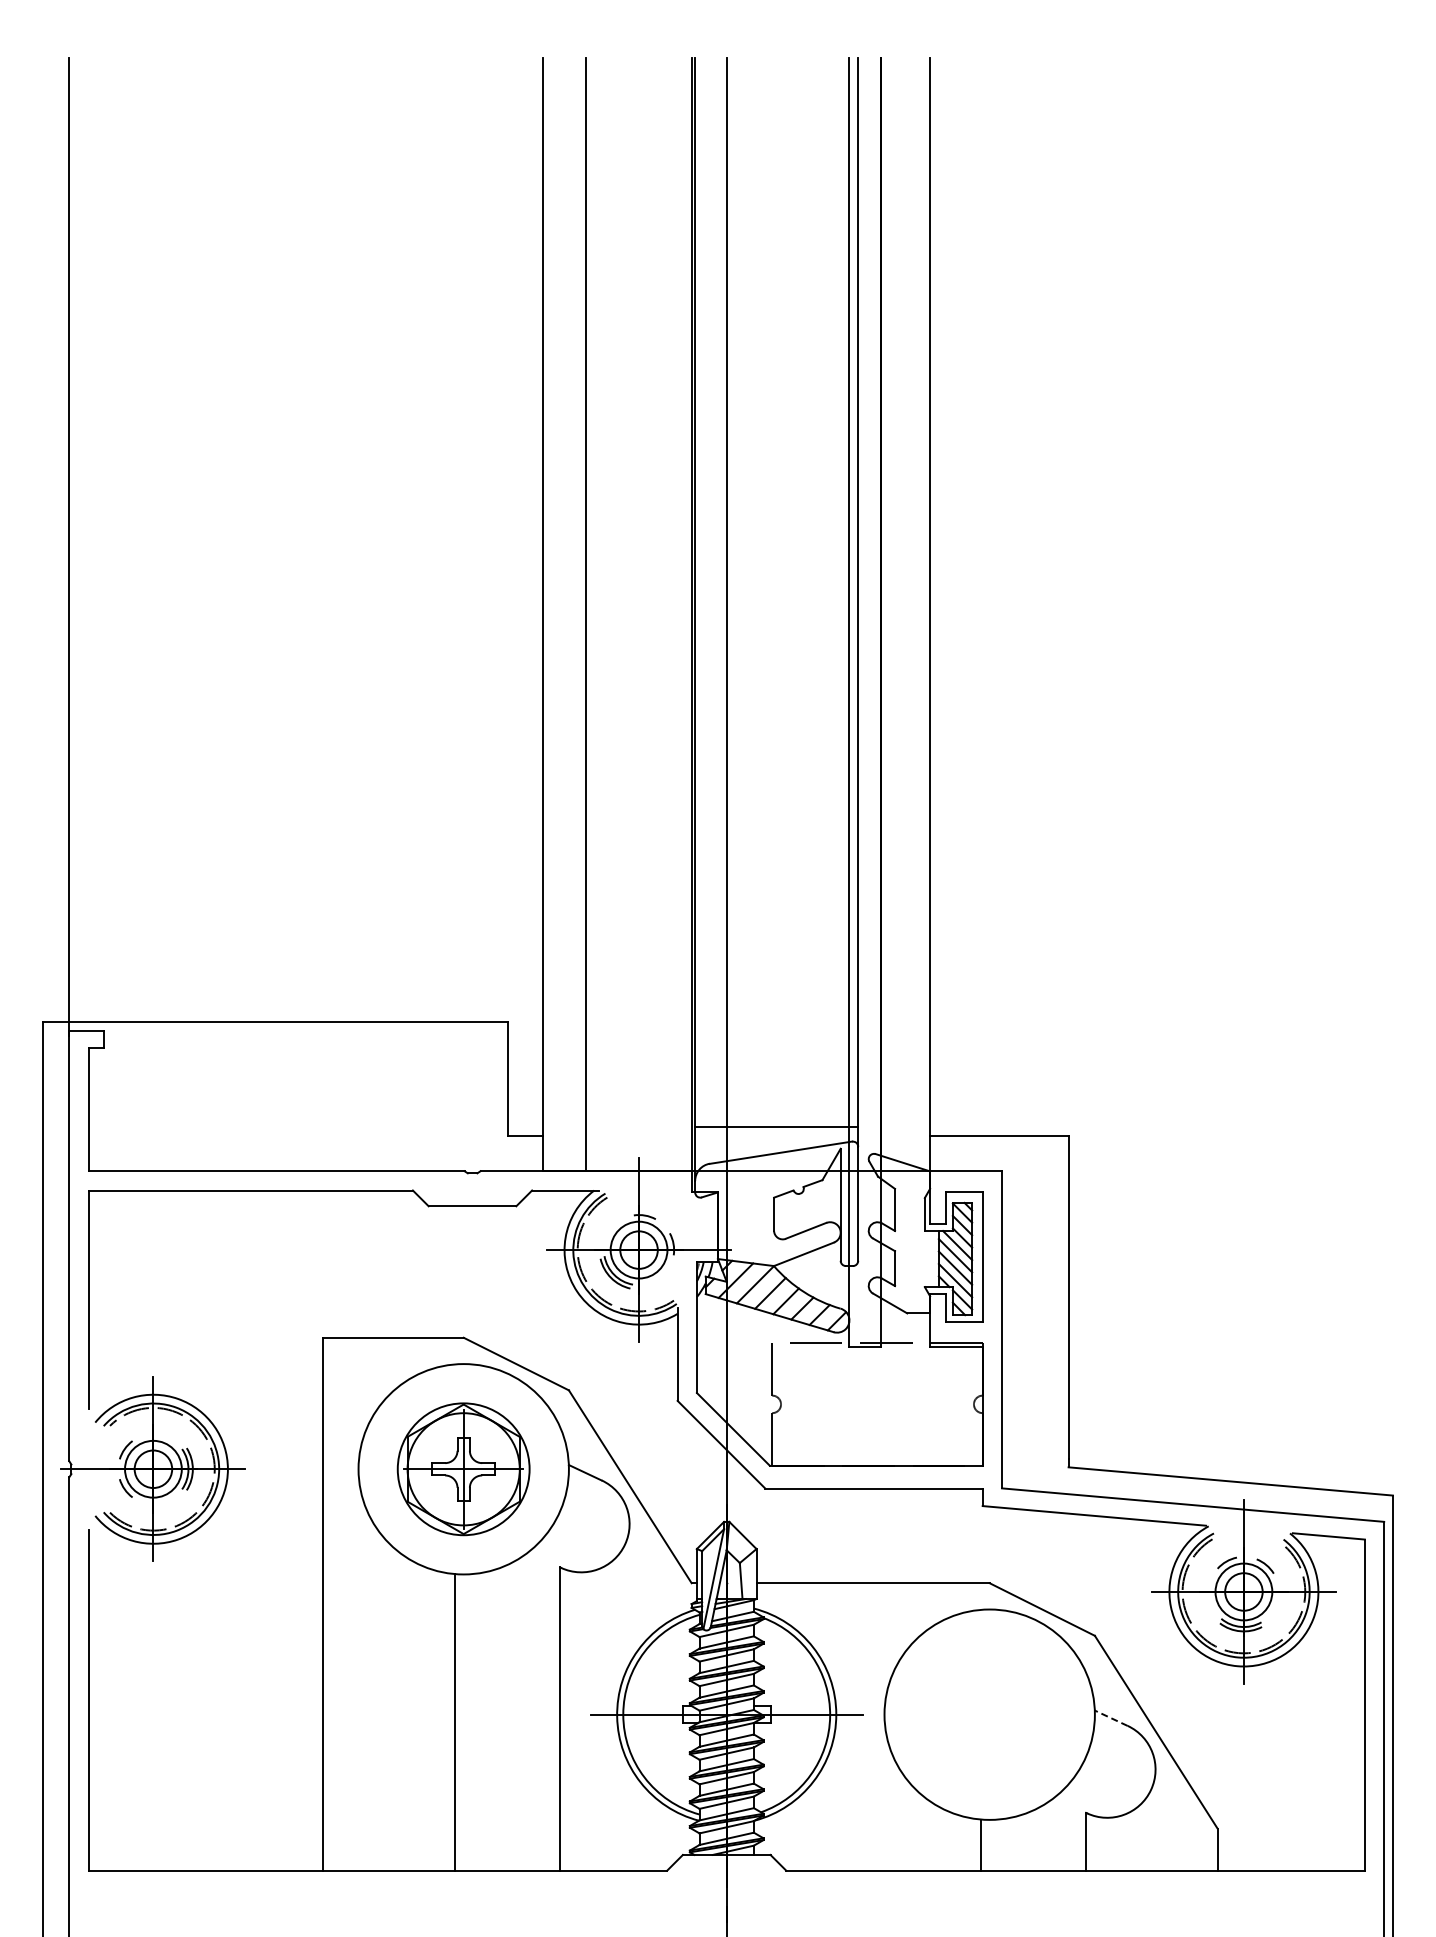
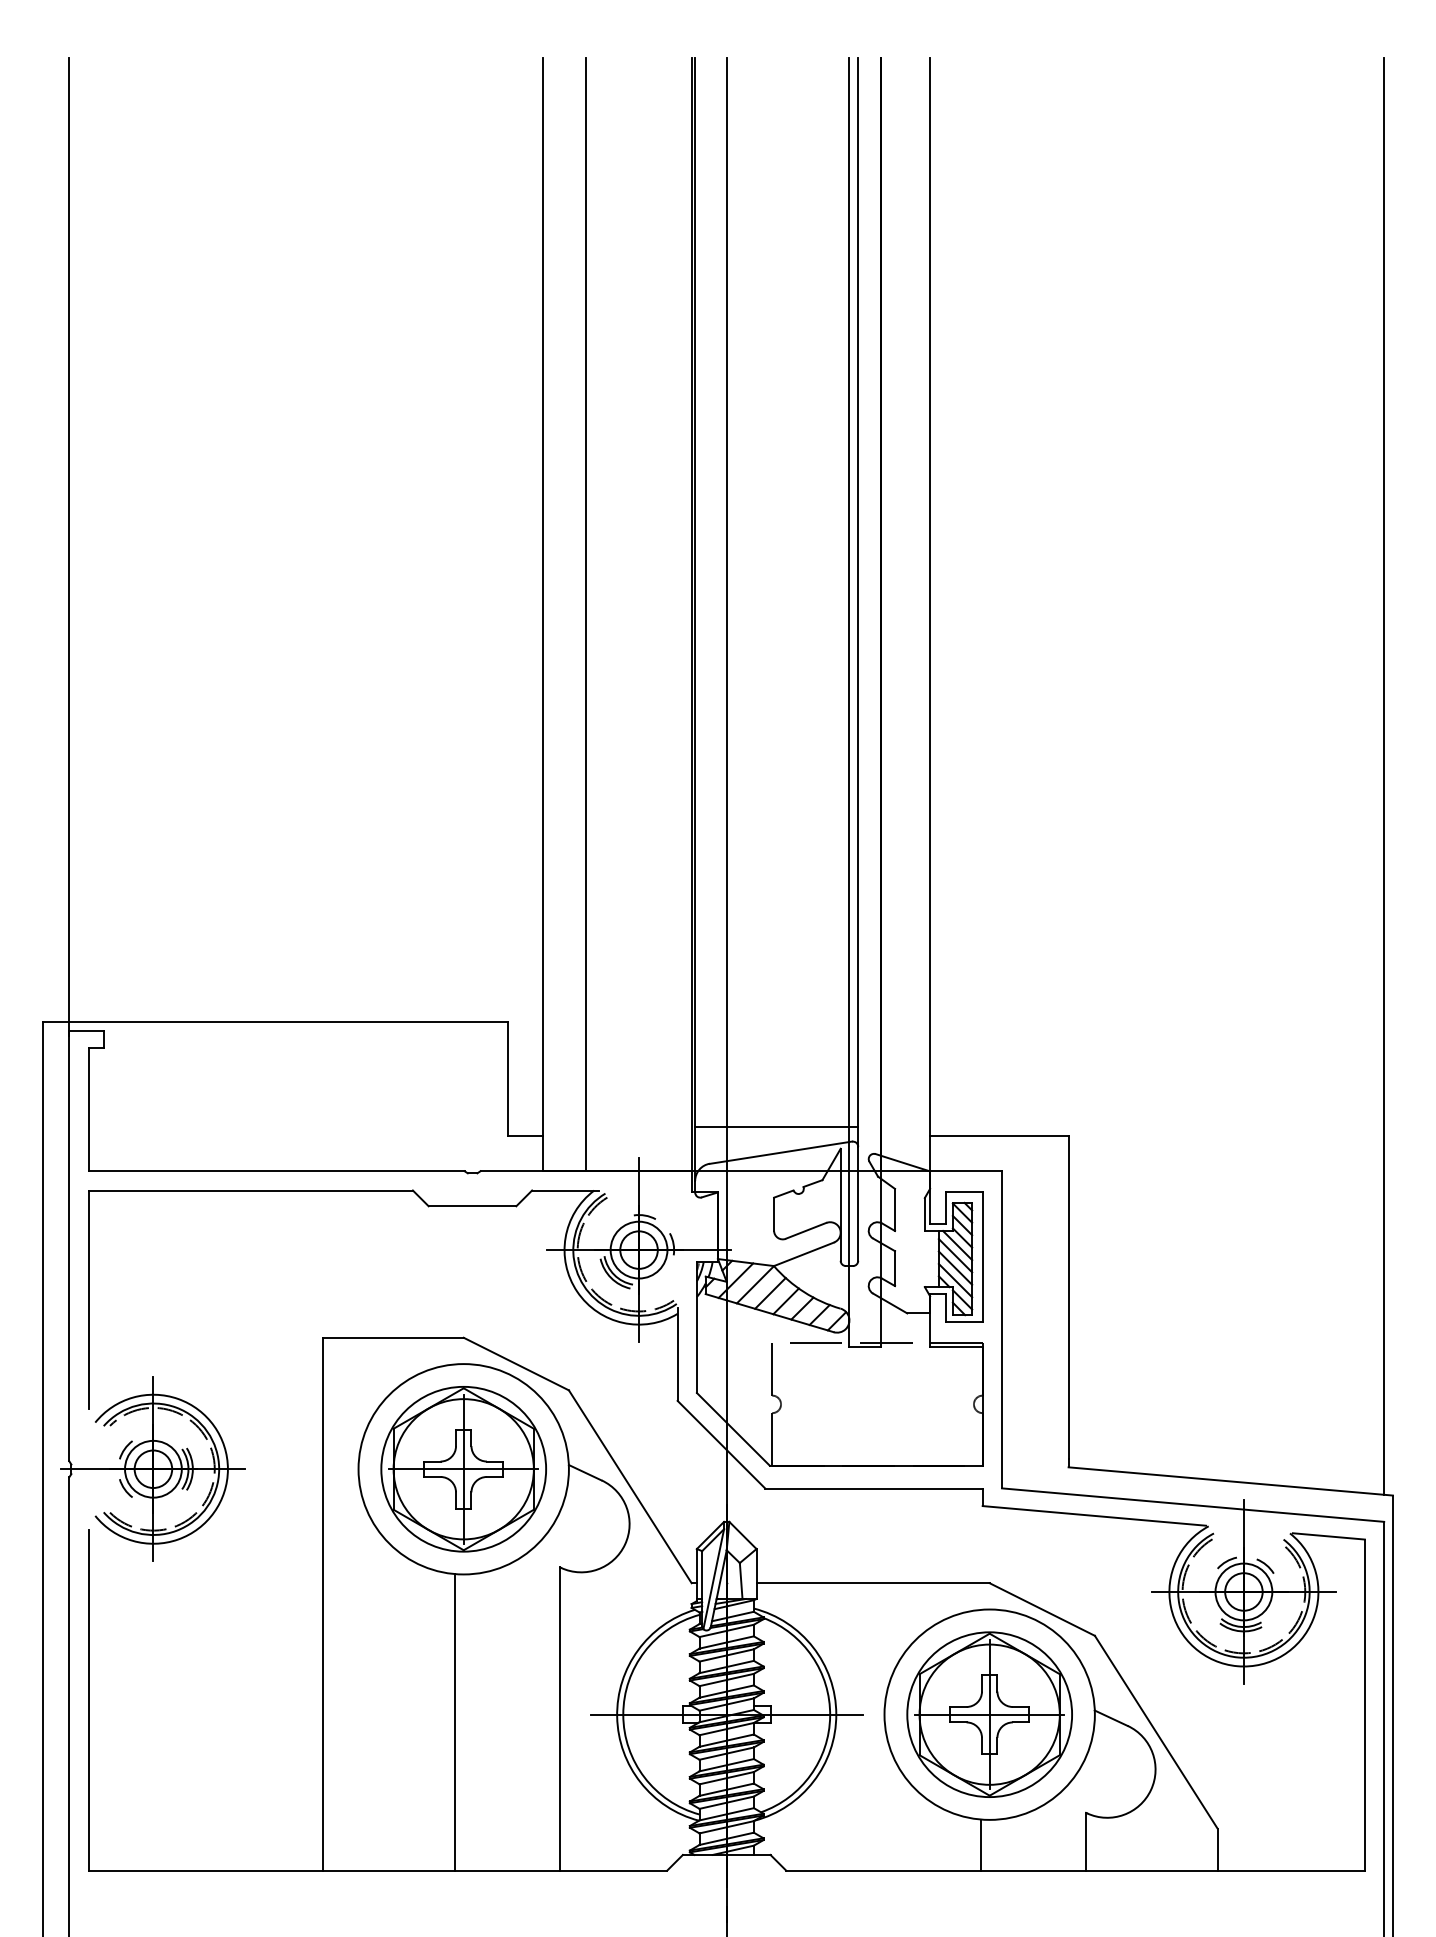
line at (1384, 776): none -> present
part at (463, 1469) size: 135x135 px -> 167x167 px
part at (989, 1714): none -> present
line at (1110, 1718): dashed -> solid
